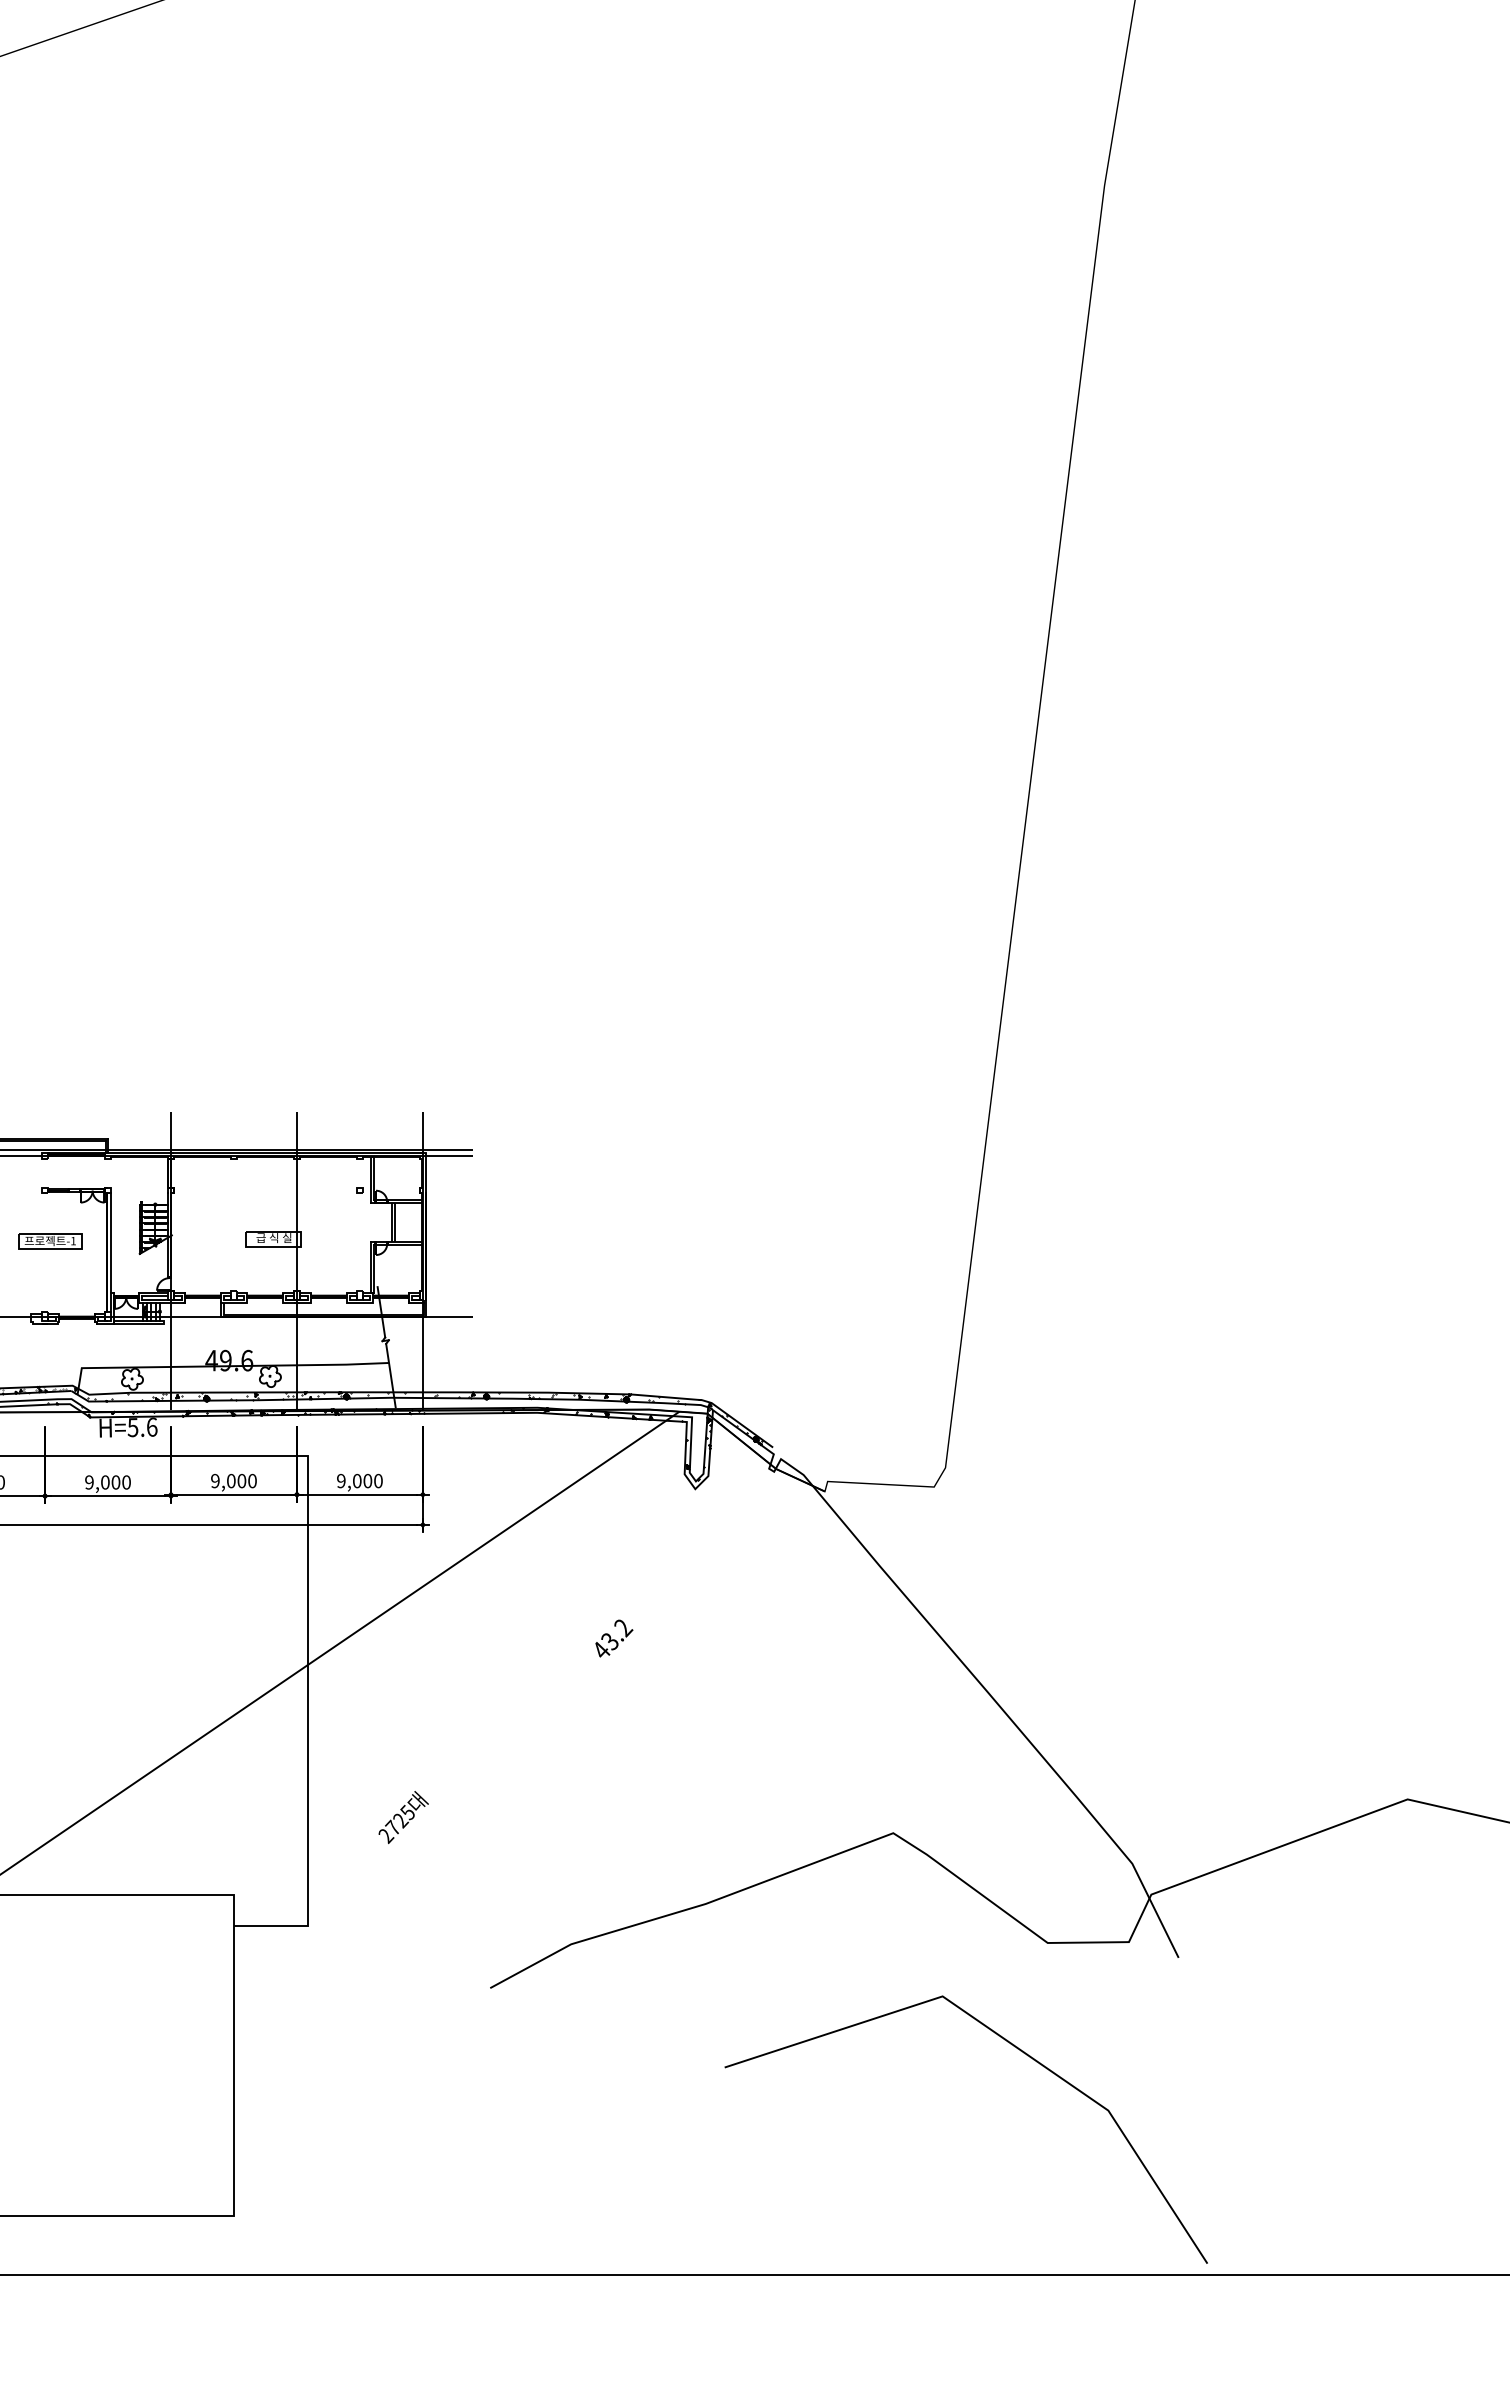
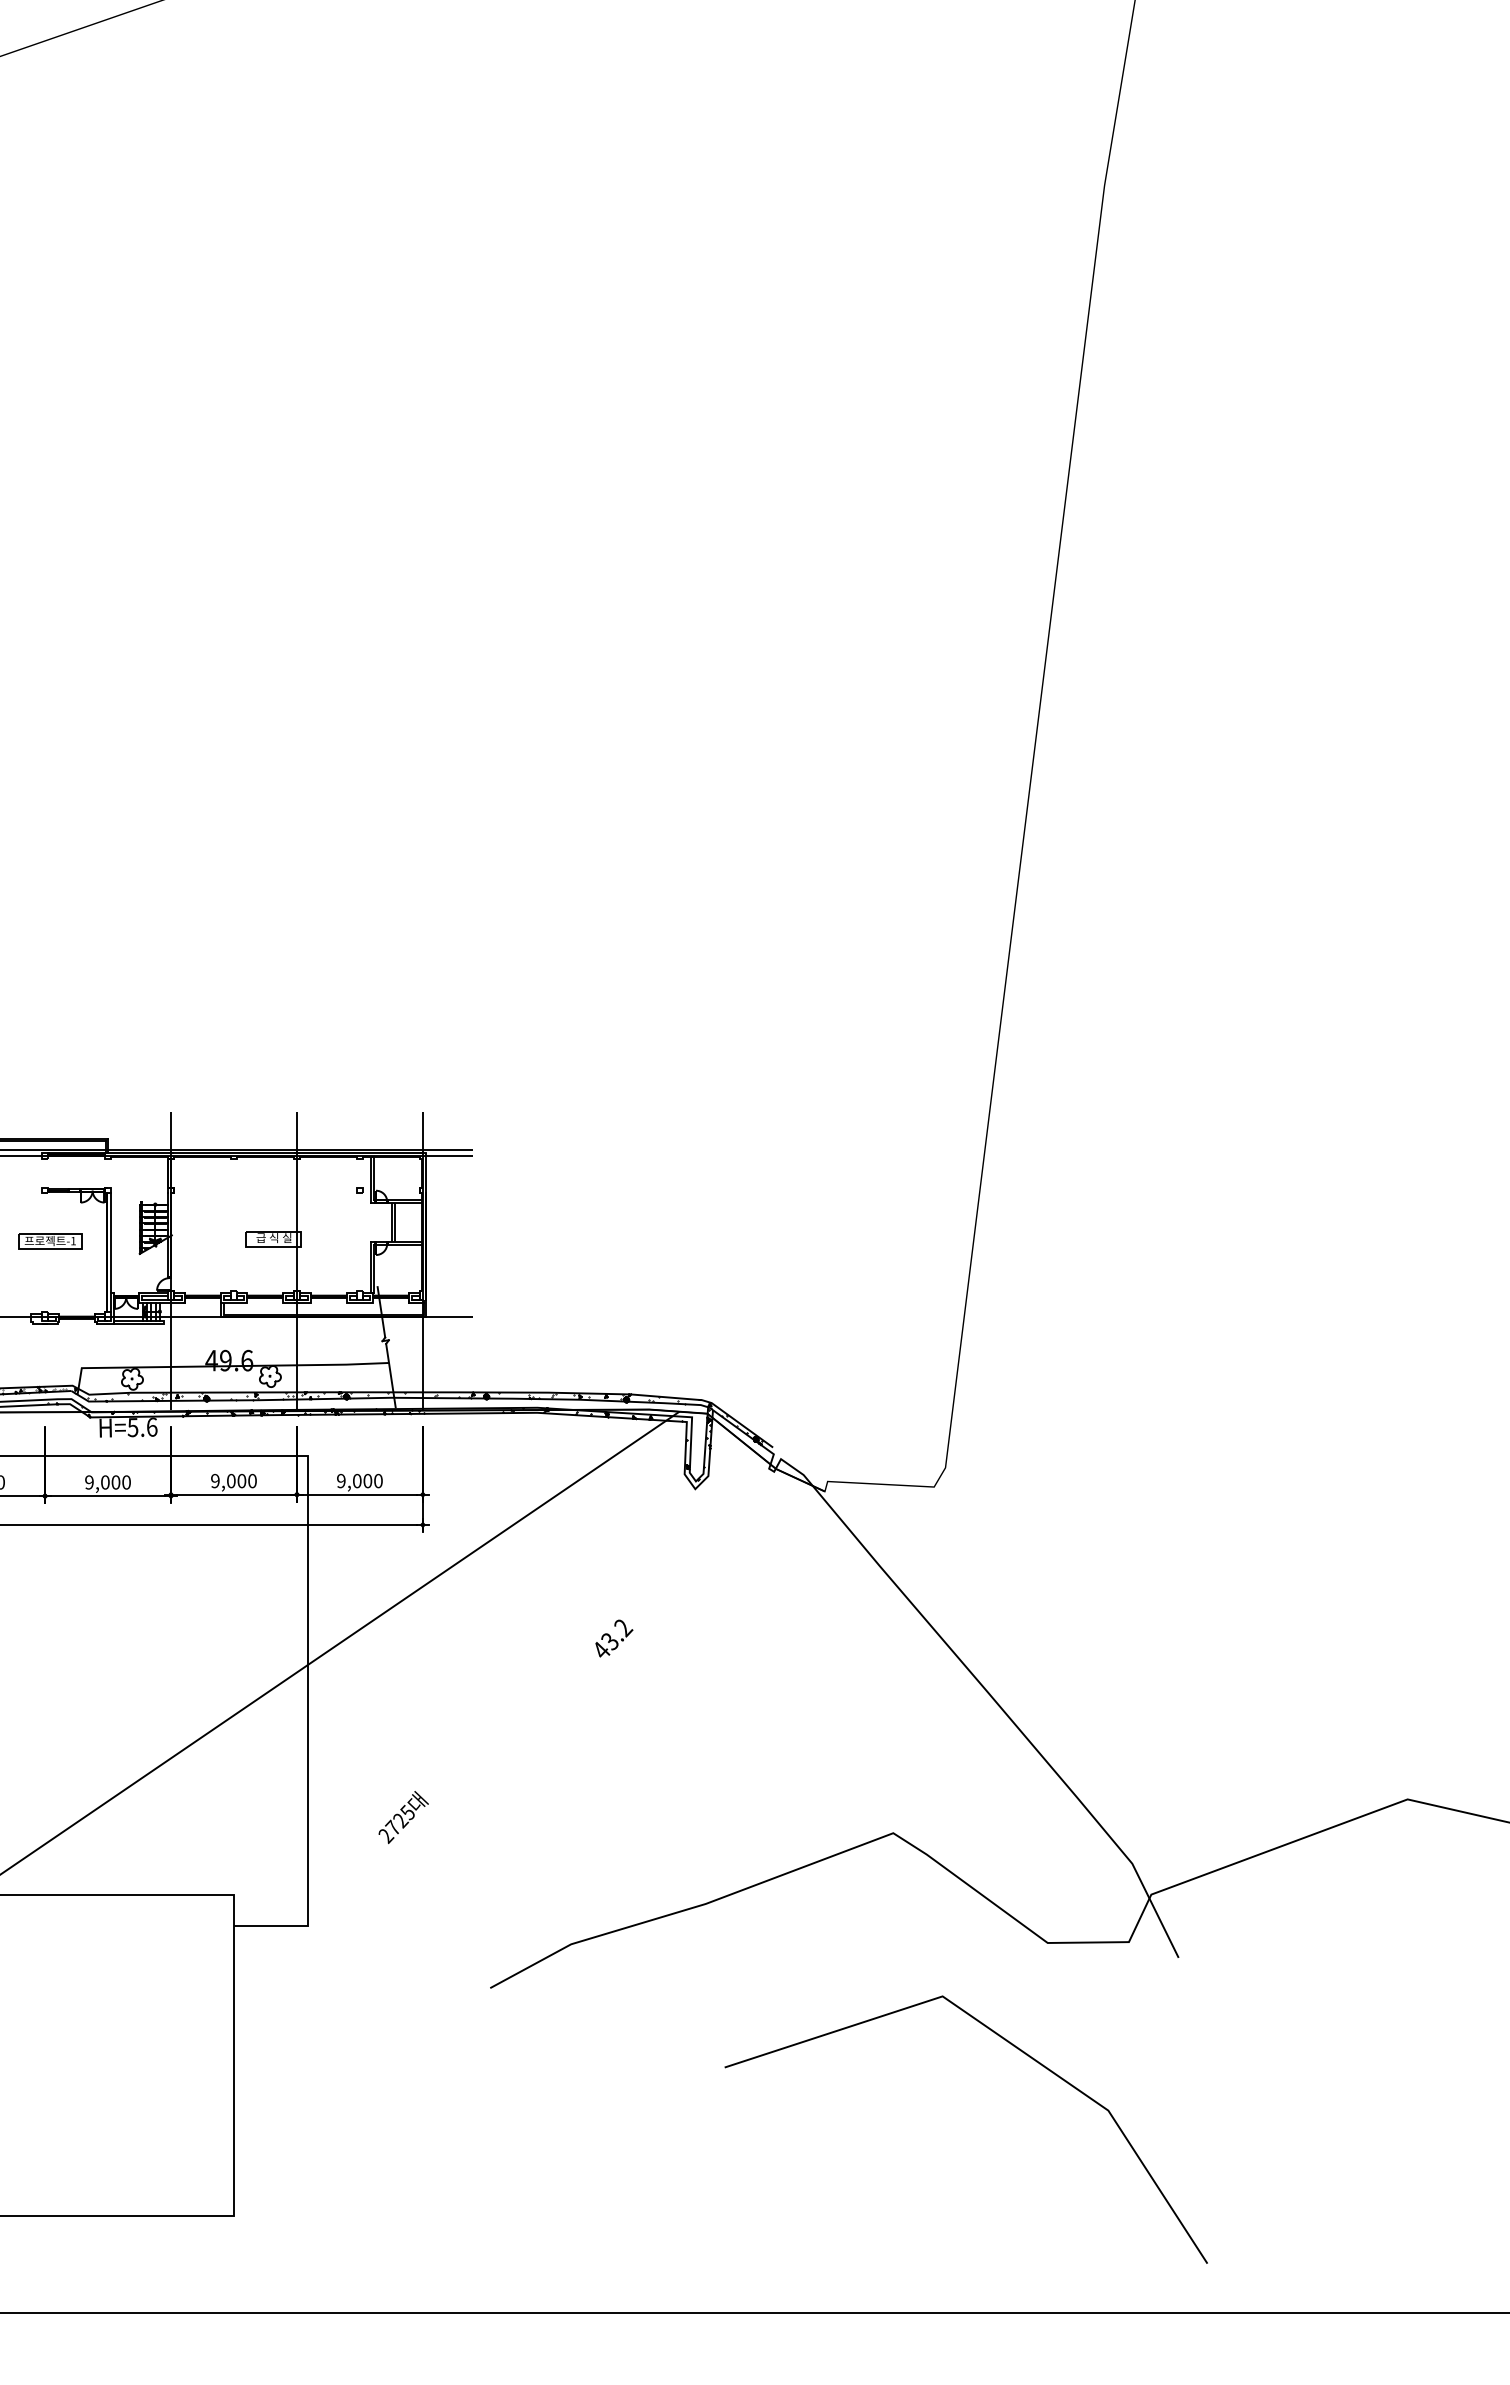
line at (754, 2275) position: (754, 2275) -> (754, 2313)
